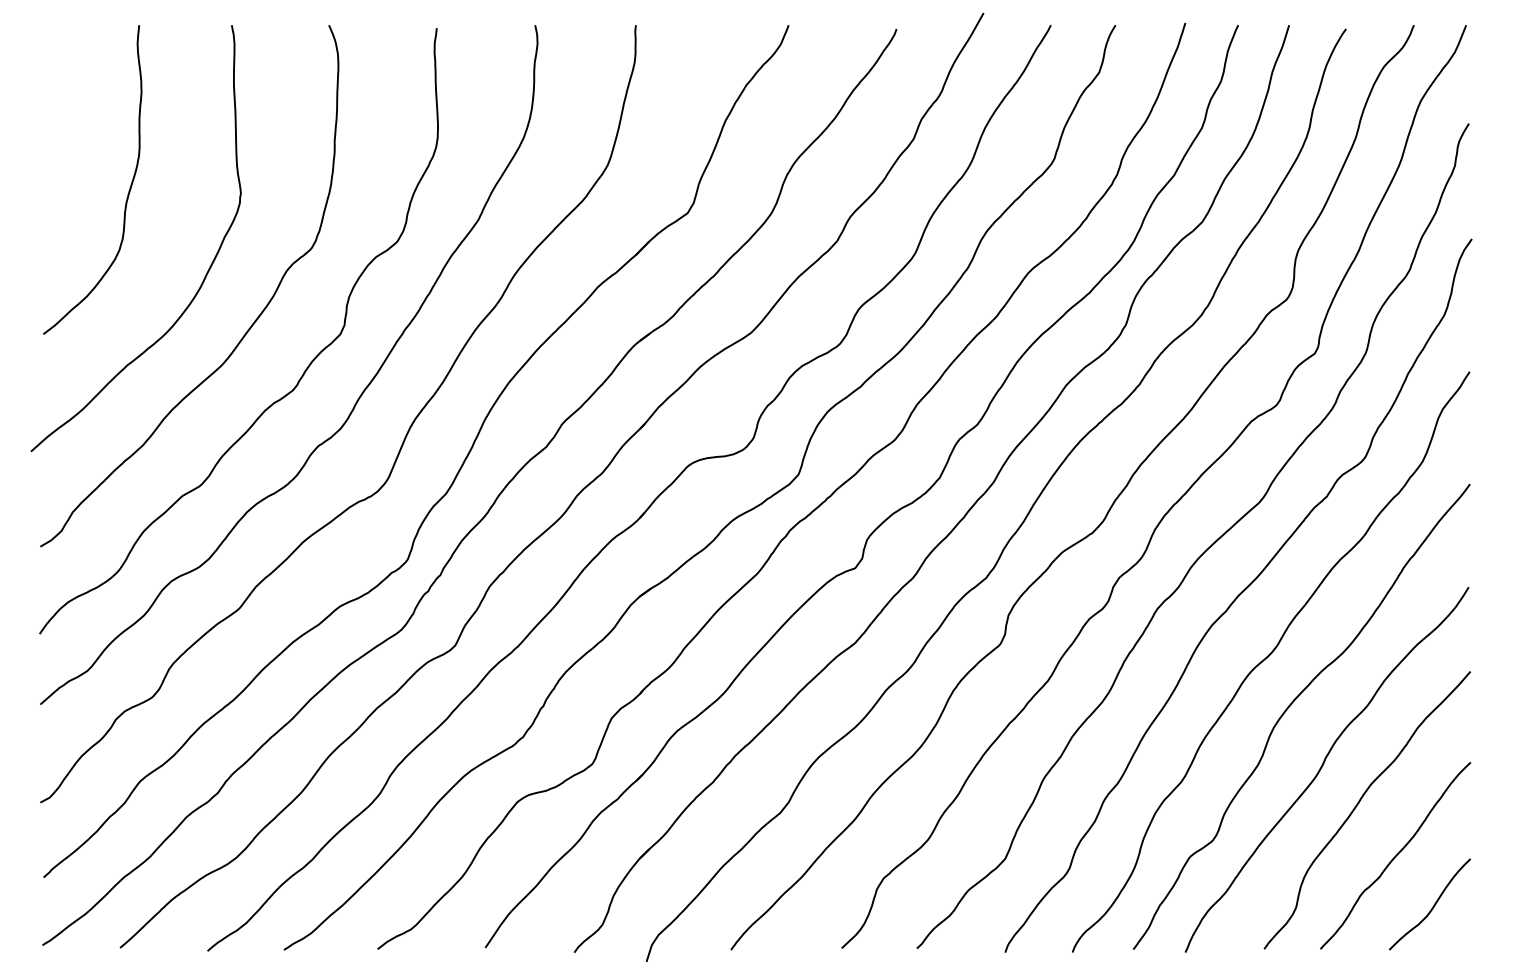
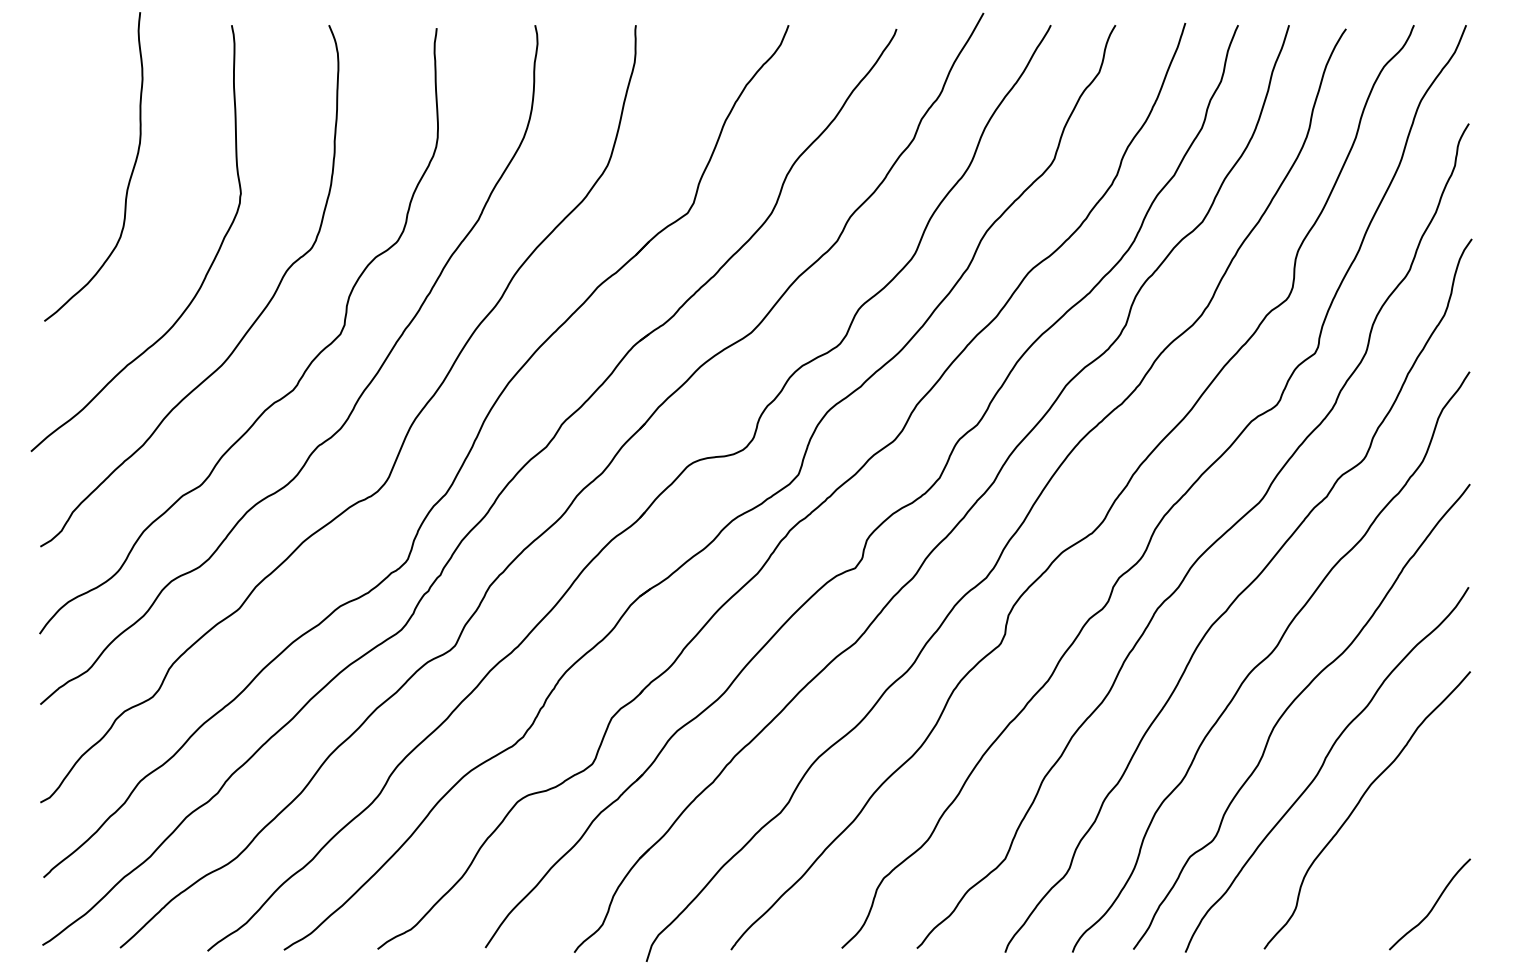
curve at (128, 190) position: (128, 190) -> (129, 177)
curve at (1395, 855): present -> none
